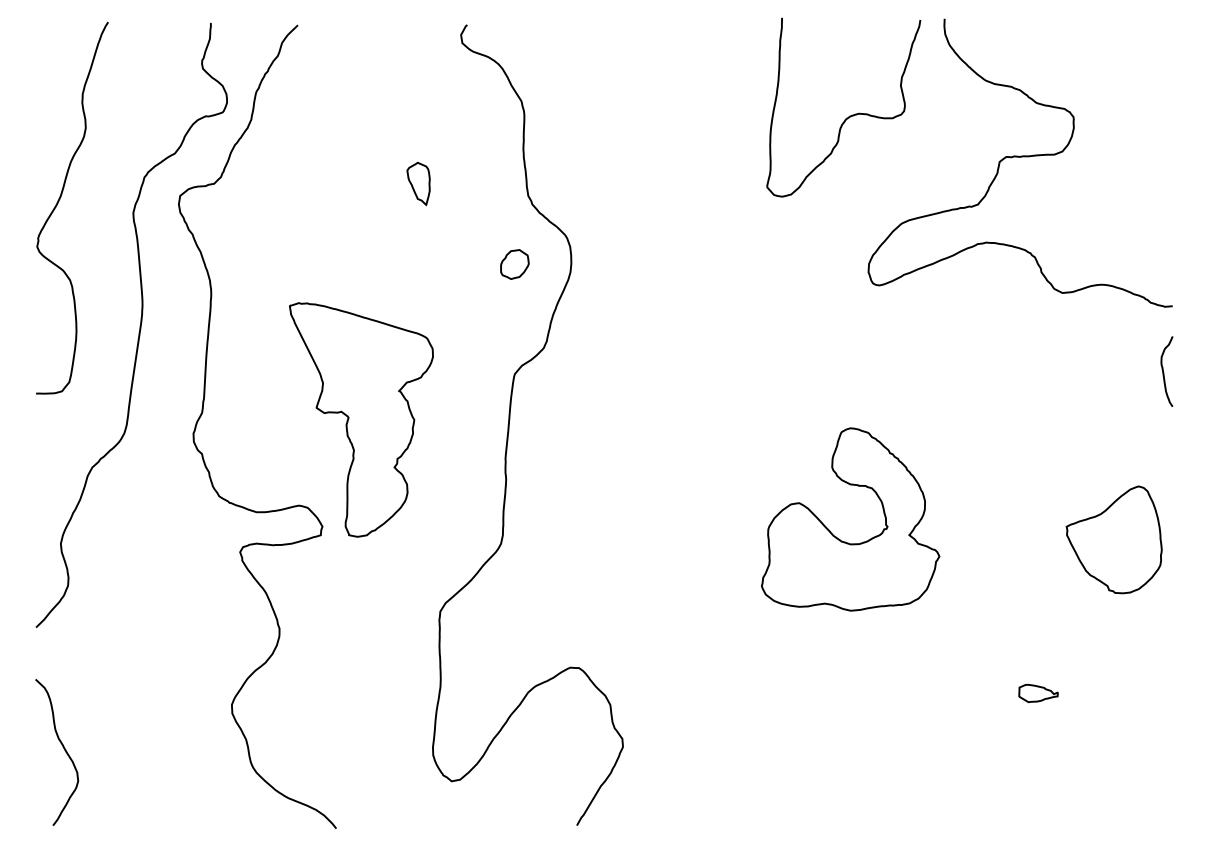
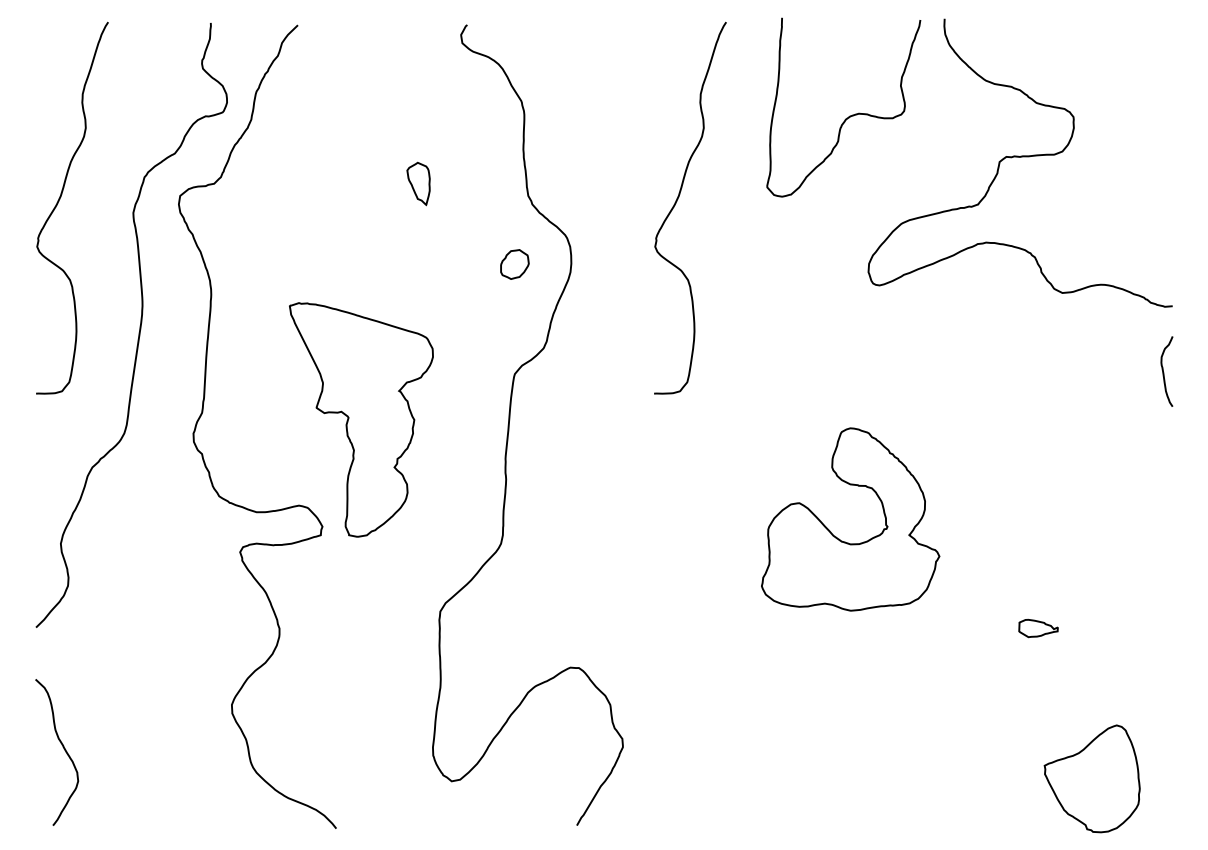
curve at (677, 201): none -> present
part at (1113, 539) position: (1113, 539) -> (1091, 778)
part at (1038, 693) position: (1038, 693) -> (1038, 628)
